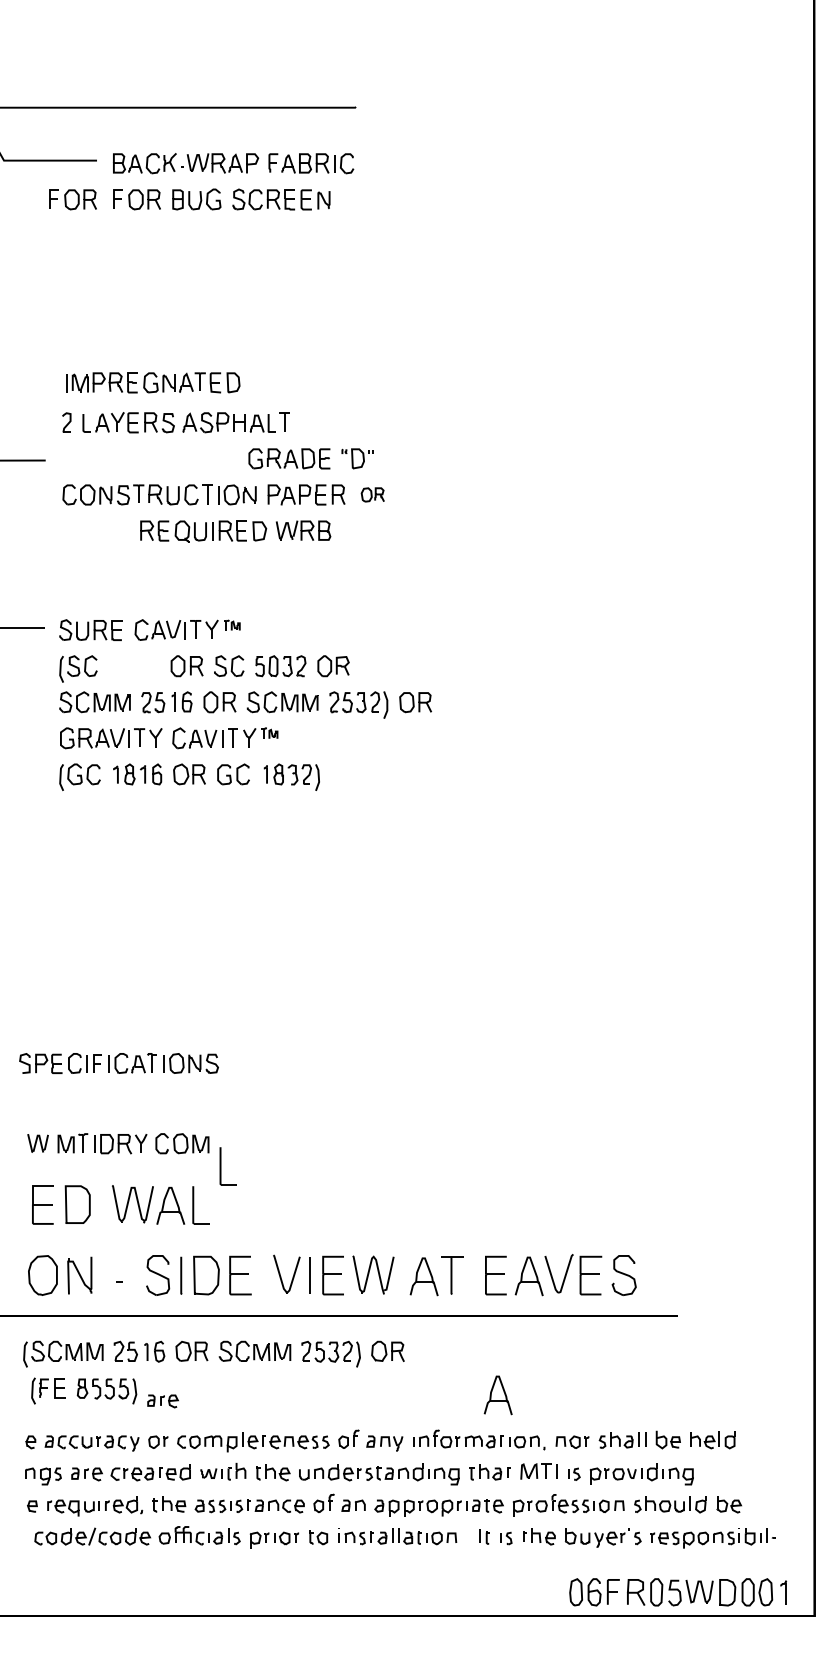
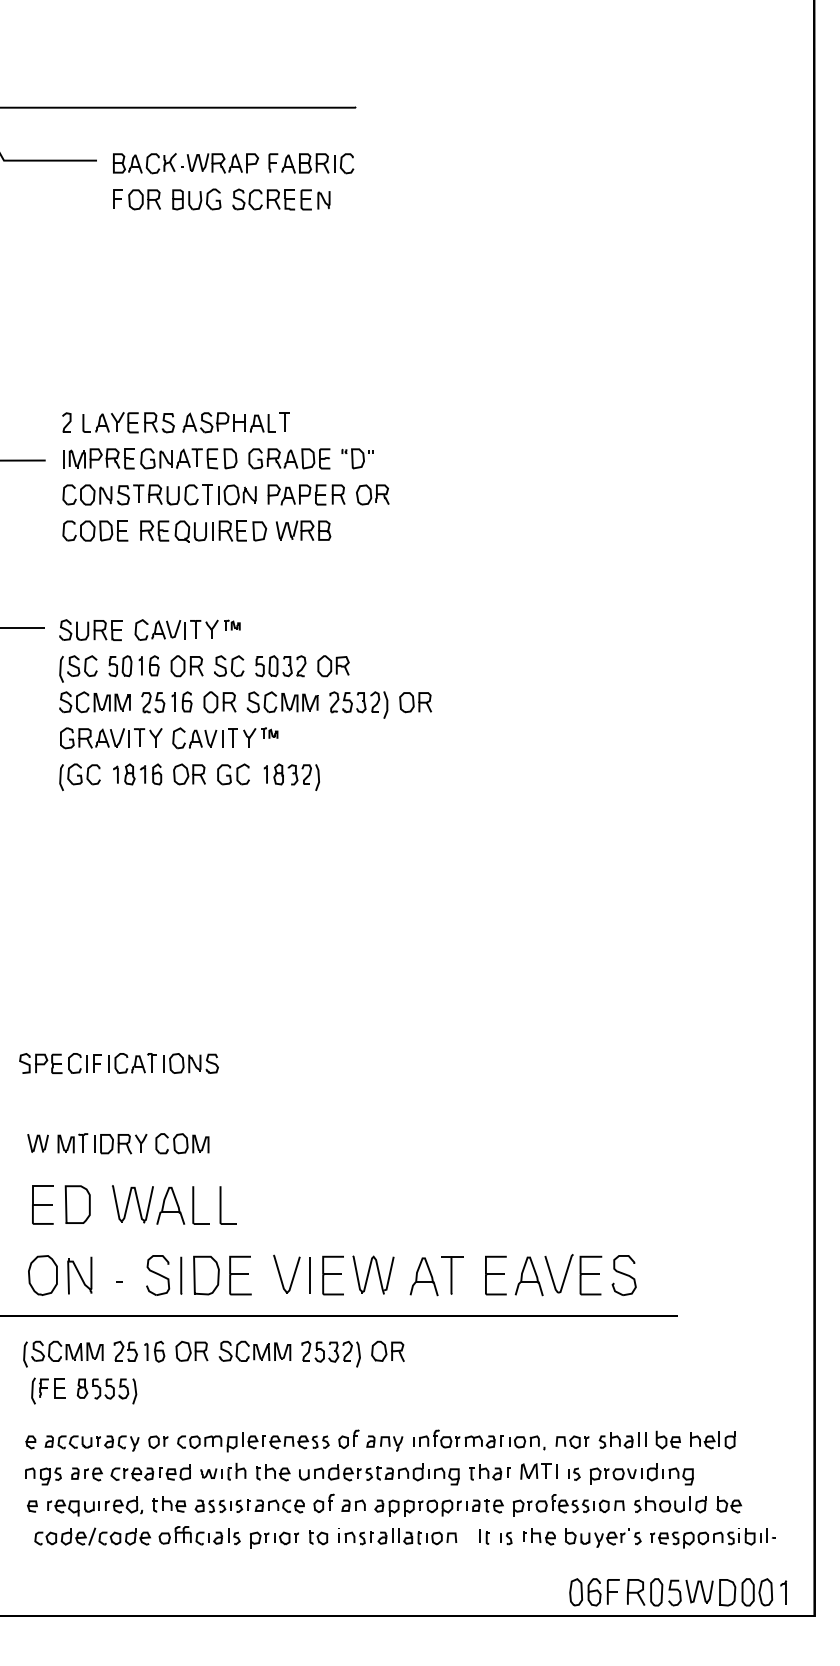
part at (72, 199): present -> none
part at (153, 382) position: (153, 382) -> (150, 458)
part at (372, 494) size: 25x16 px -> 34x22 px
part at (95, 530): none -> present
part at (133, 666): none -> present
part at (227, 1166) position: (227, 1166) -> (227, 1205)
part at (497, 1395): present -> none
part at (162, 1401): present -> none
